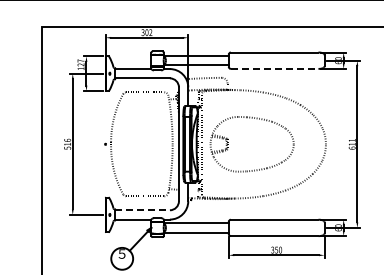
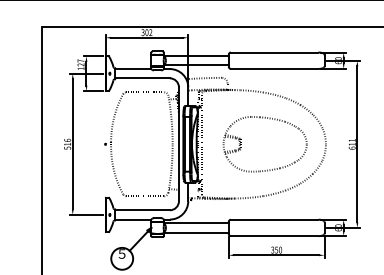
line at (274, 68): dashed -> solid
part at (228, 144) position: (228, 144) -> (241, 144)
line at (143, 210): dashed -> solid
